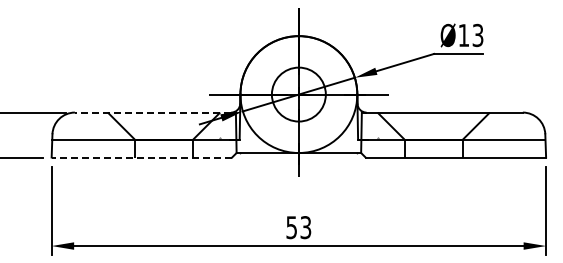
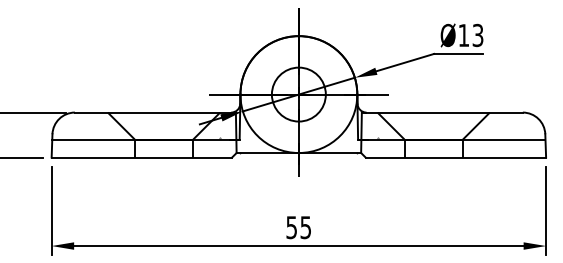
line at (152, 112): dashed -> solid
line at (141, 157): dashed -> solid
text at (306, 227): 53 -> 55
